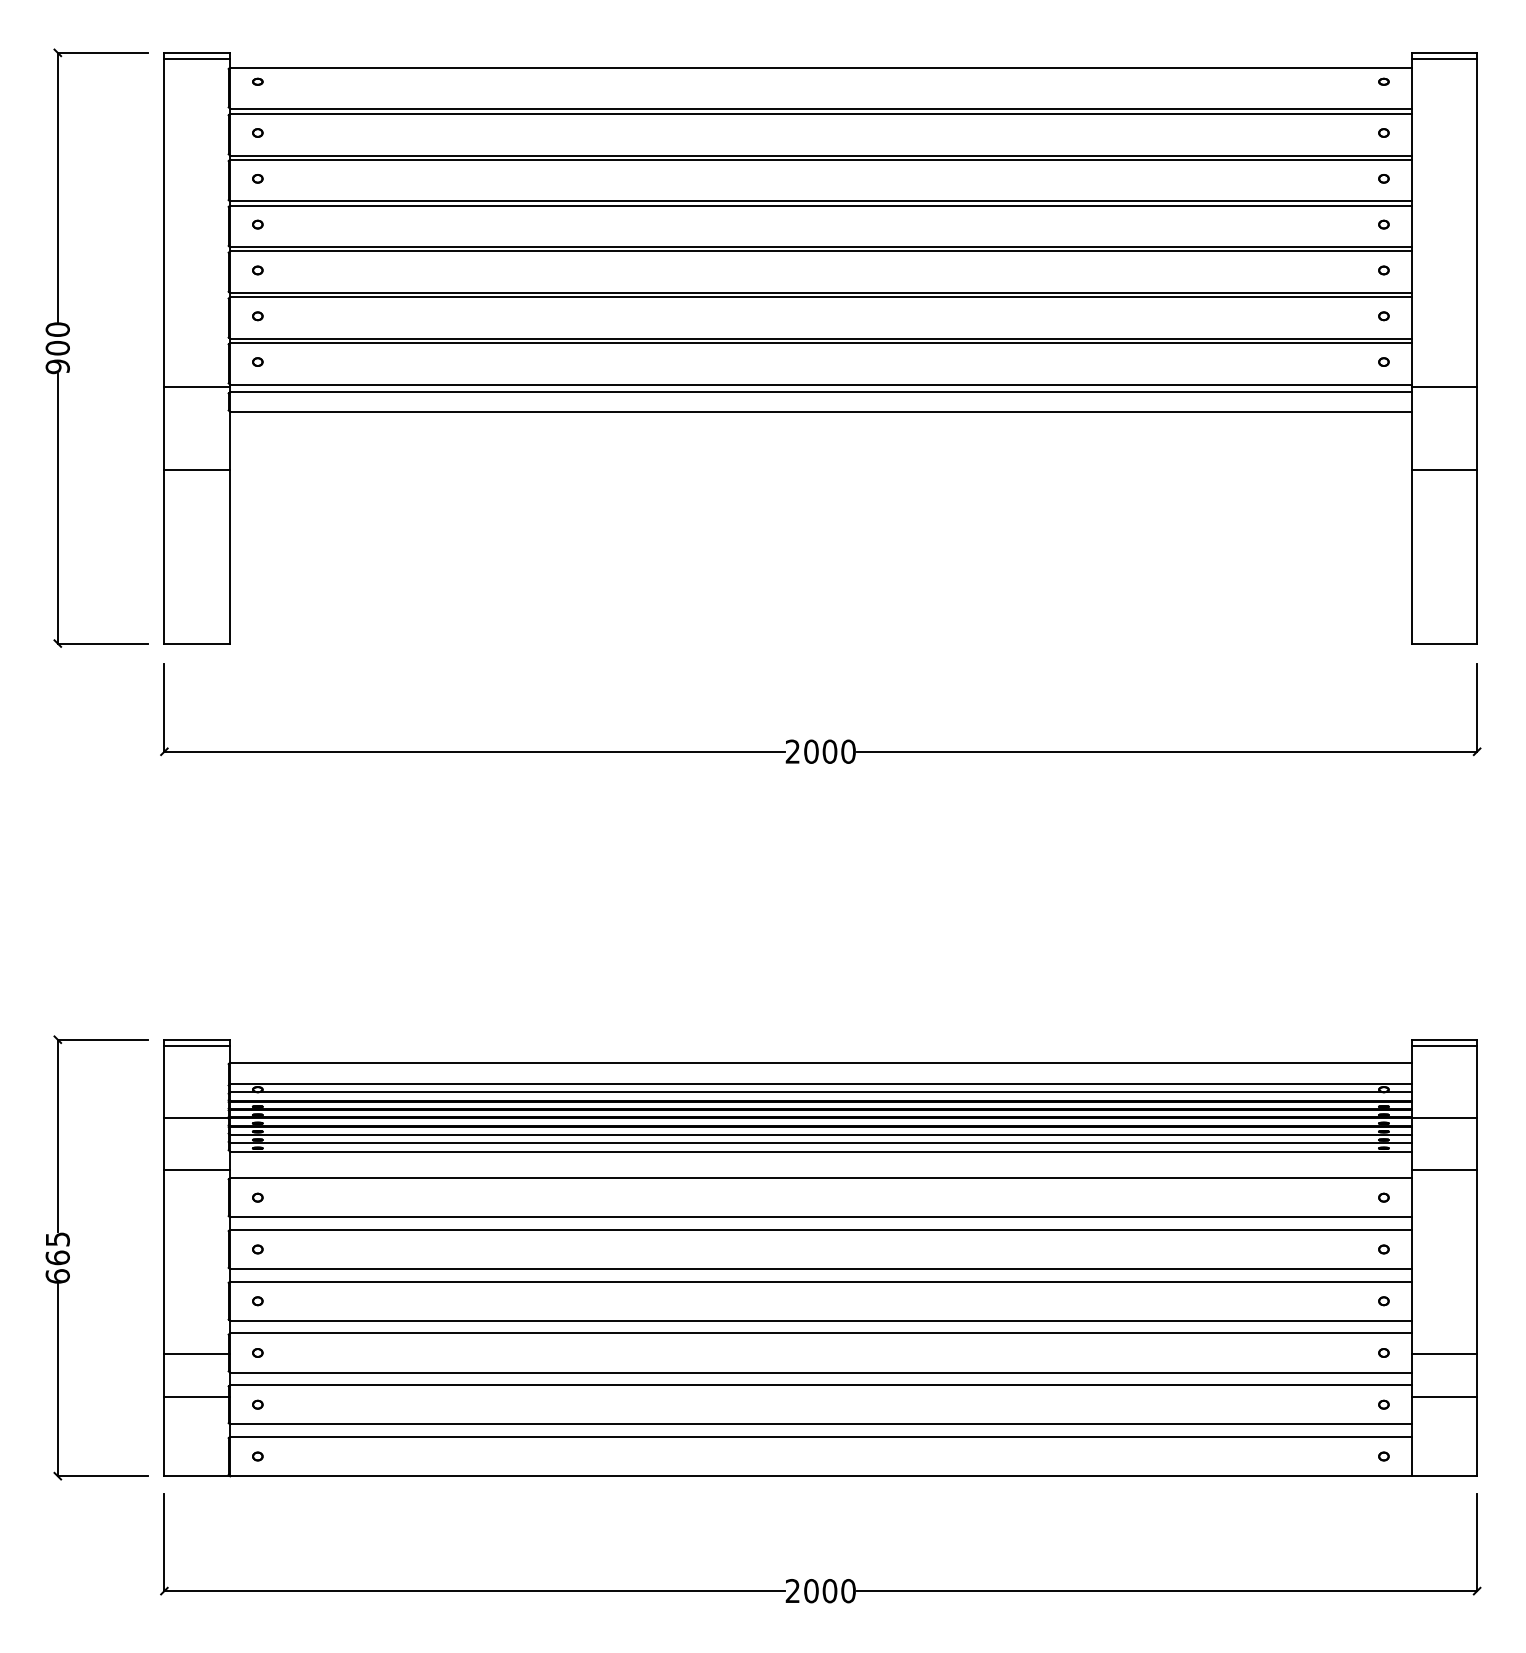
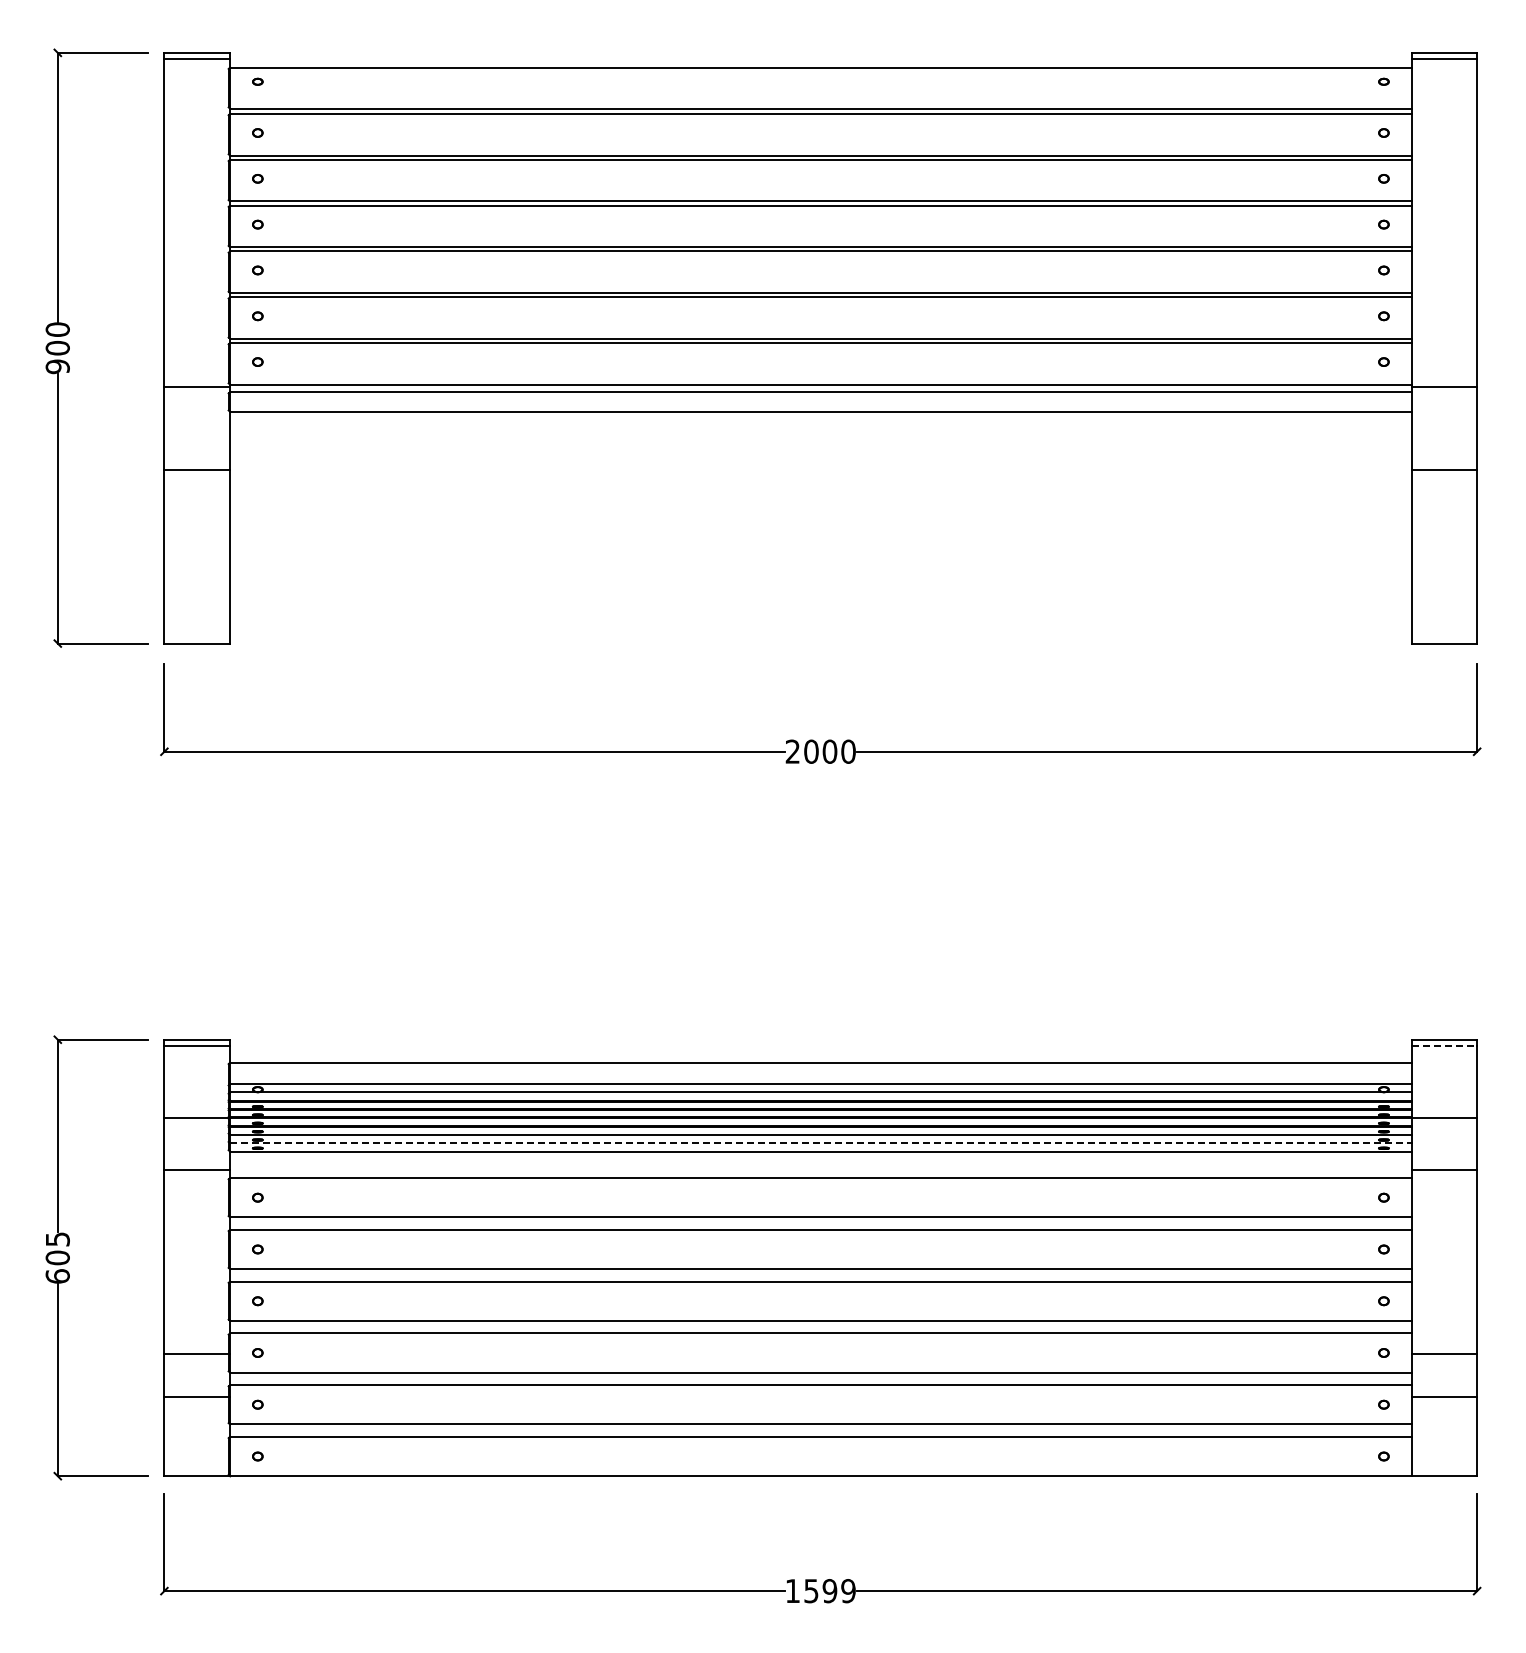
line at (1444, 1046): solid -> dashed
line at (820, 1143): solid -> dashed
text at (57, 1257): 665 -> 605
text at (820, 1591): 2000 -> 1599
